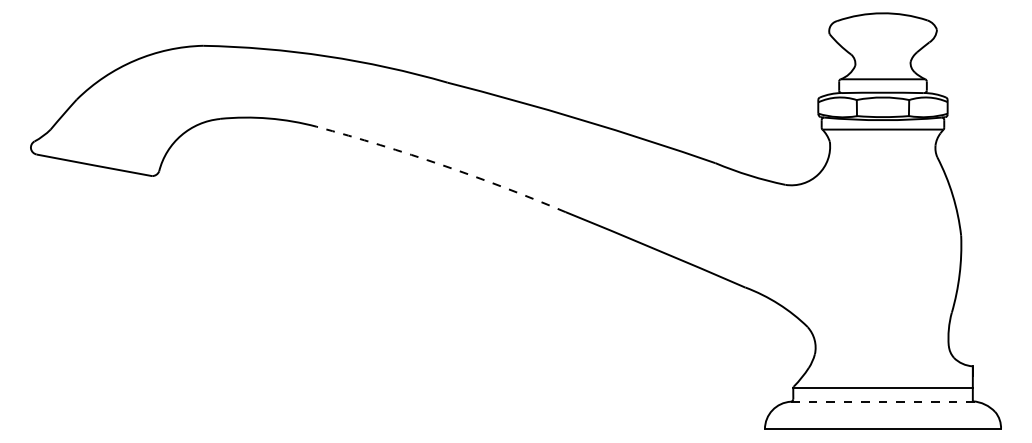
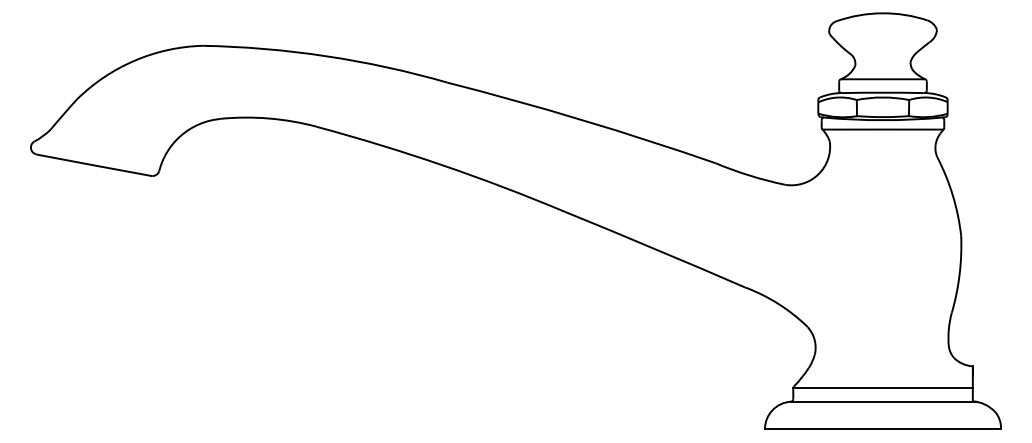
arc at (442, 165): dashed -> solid
line at (883, 401): dashed -> solid
